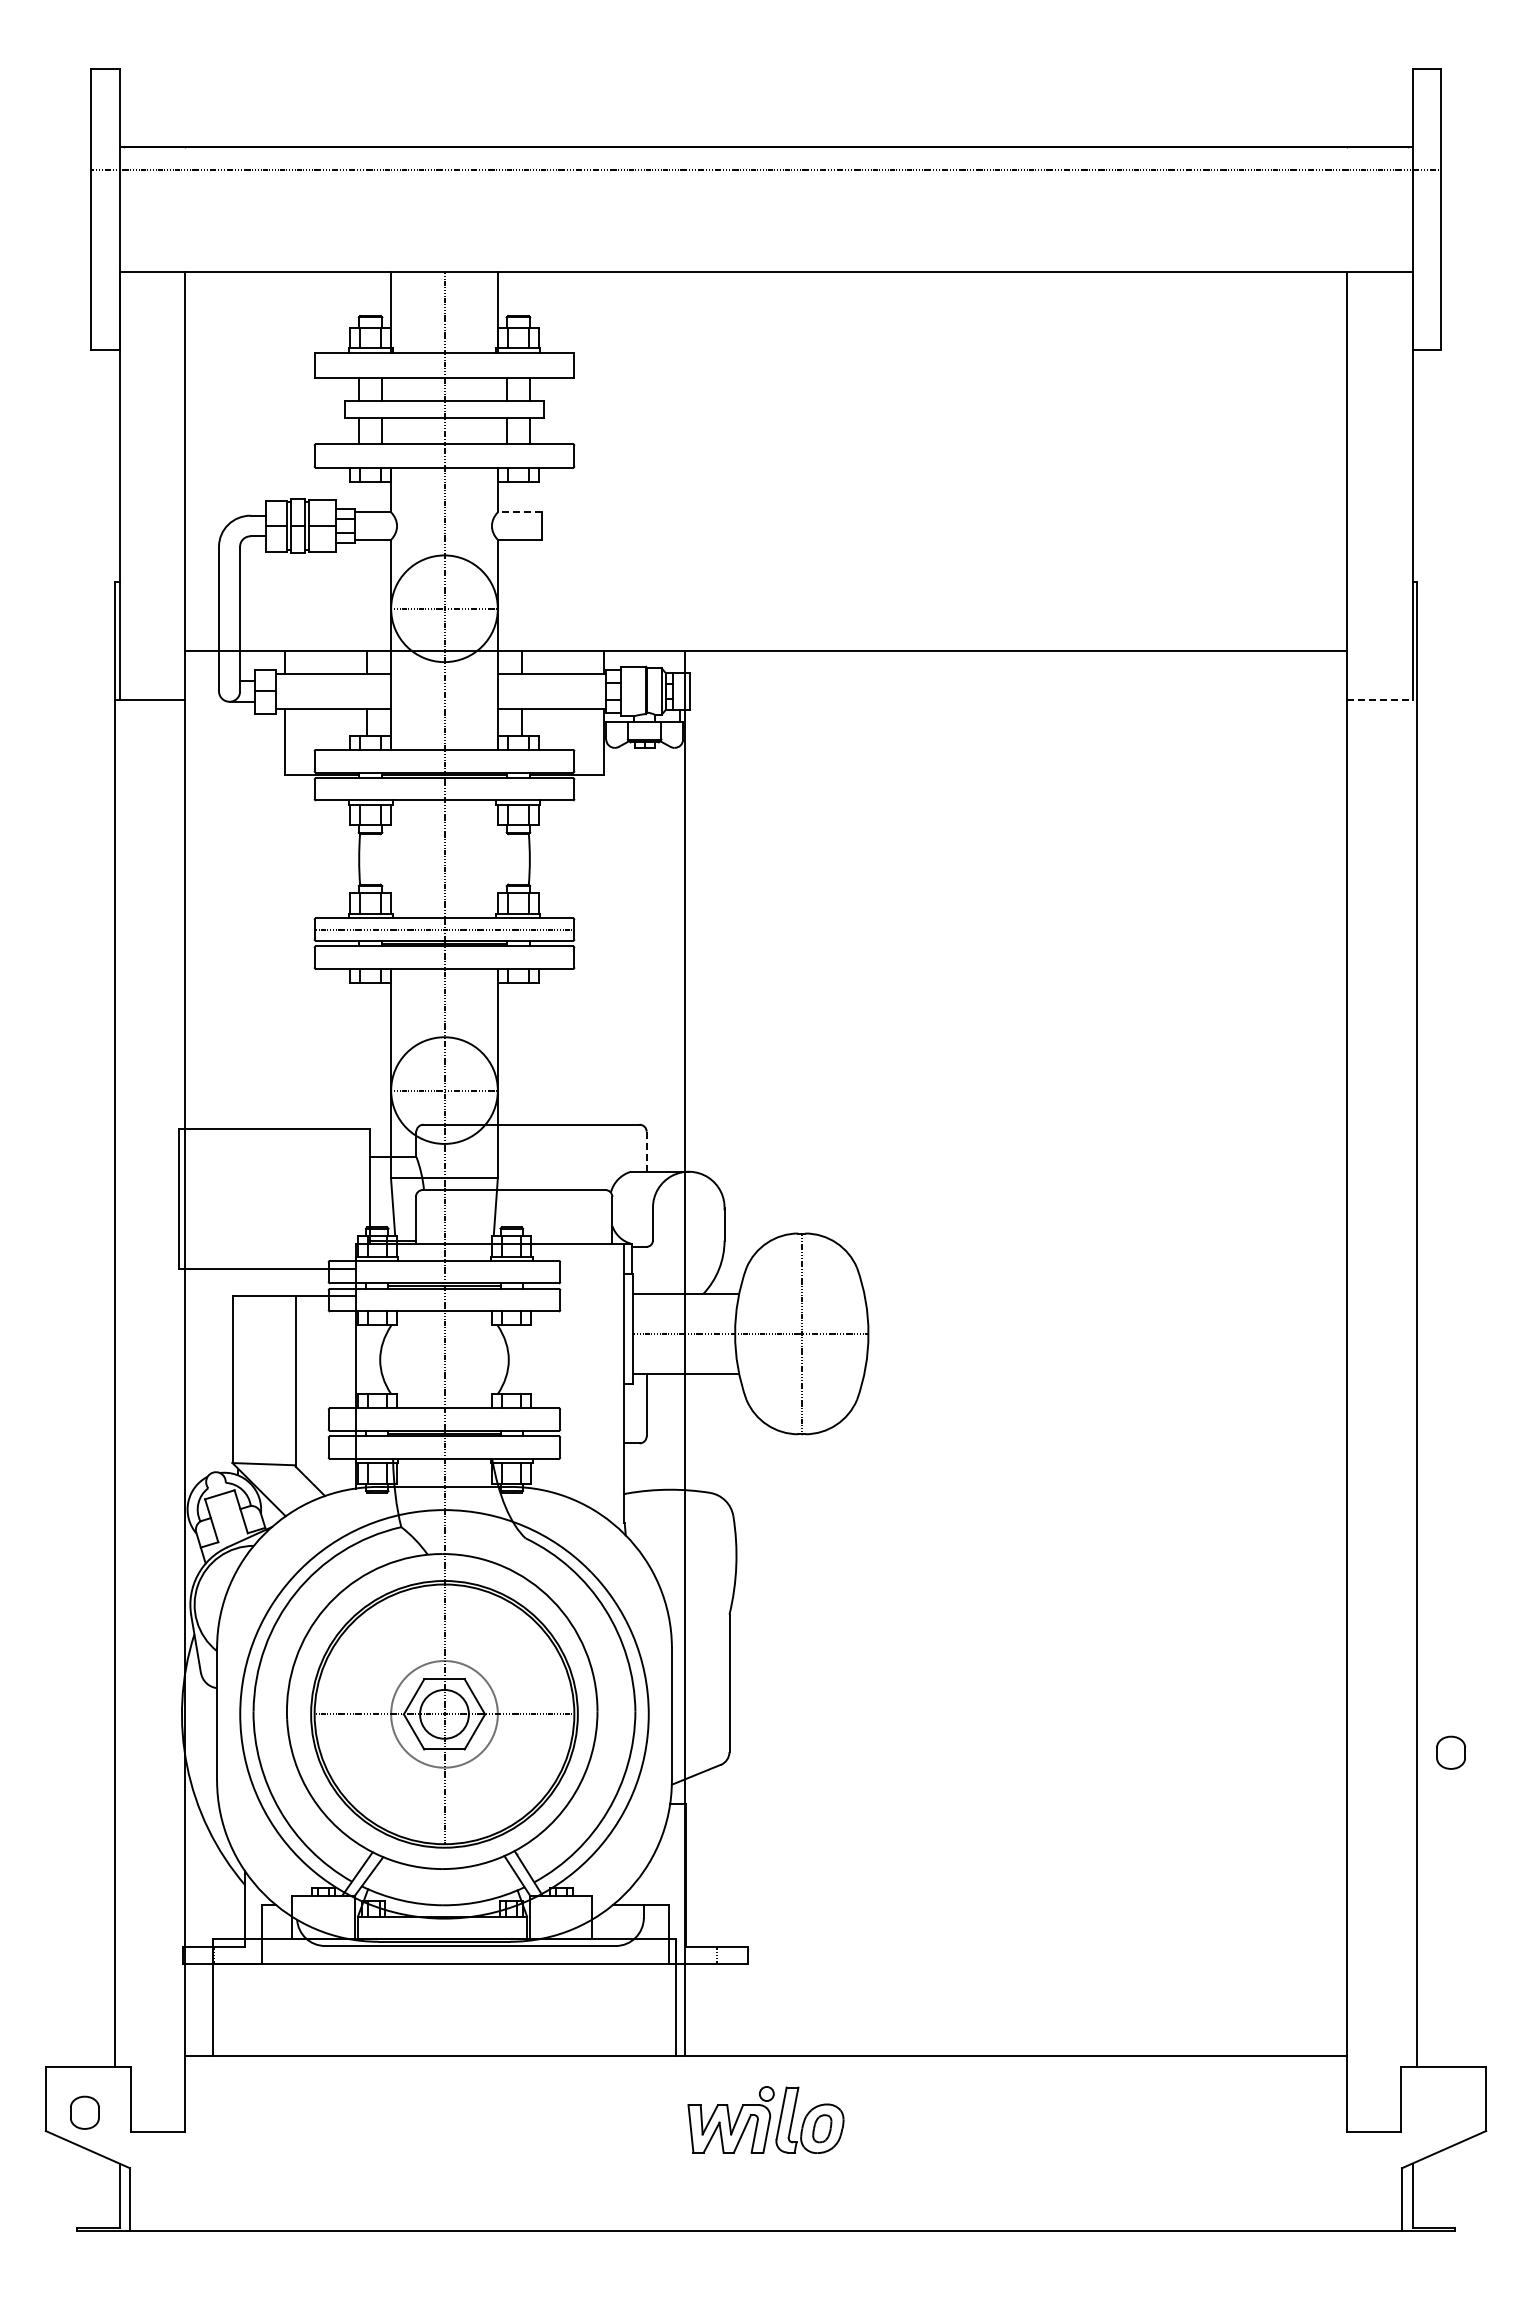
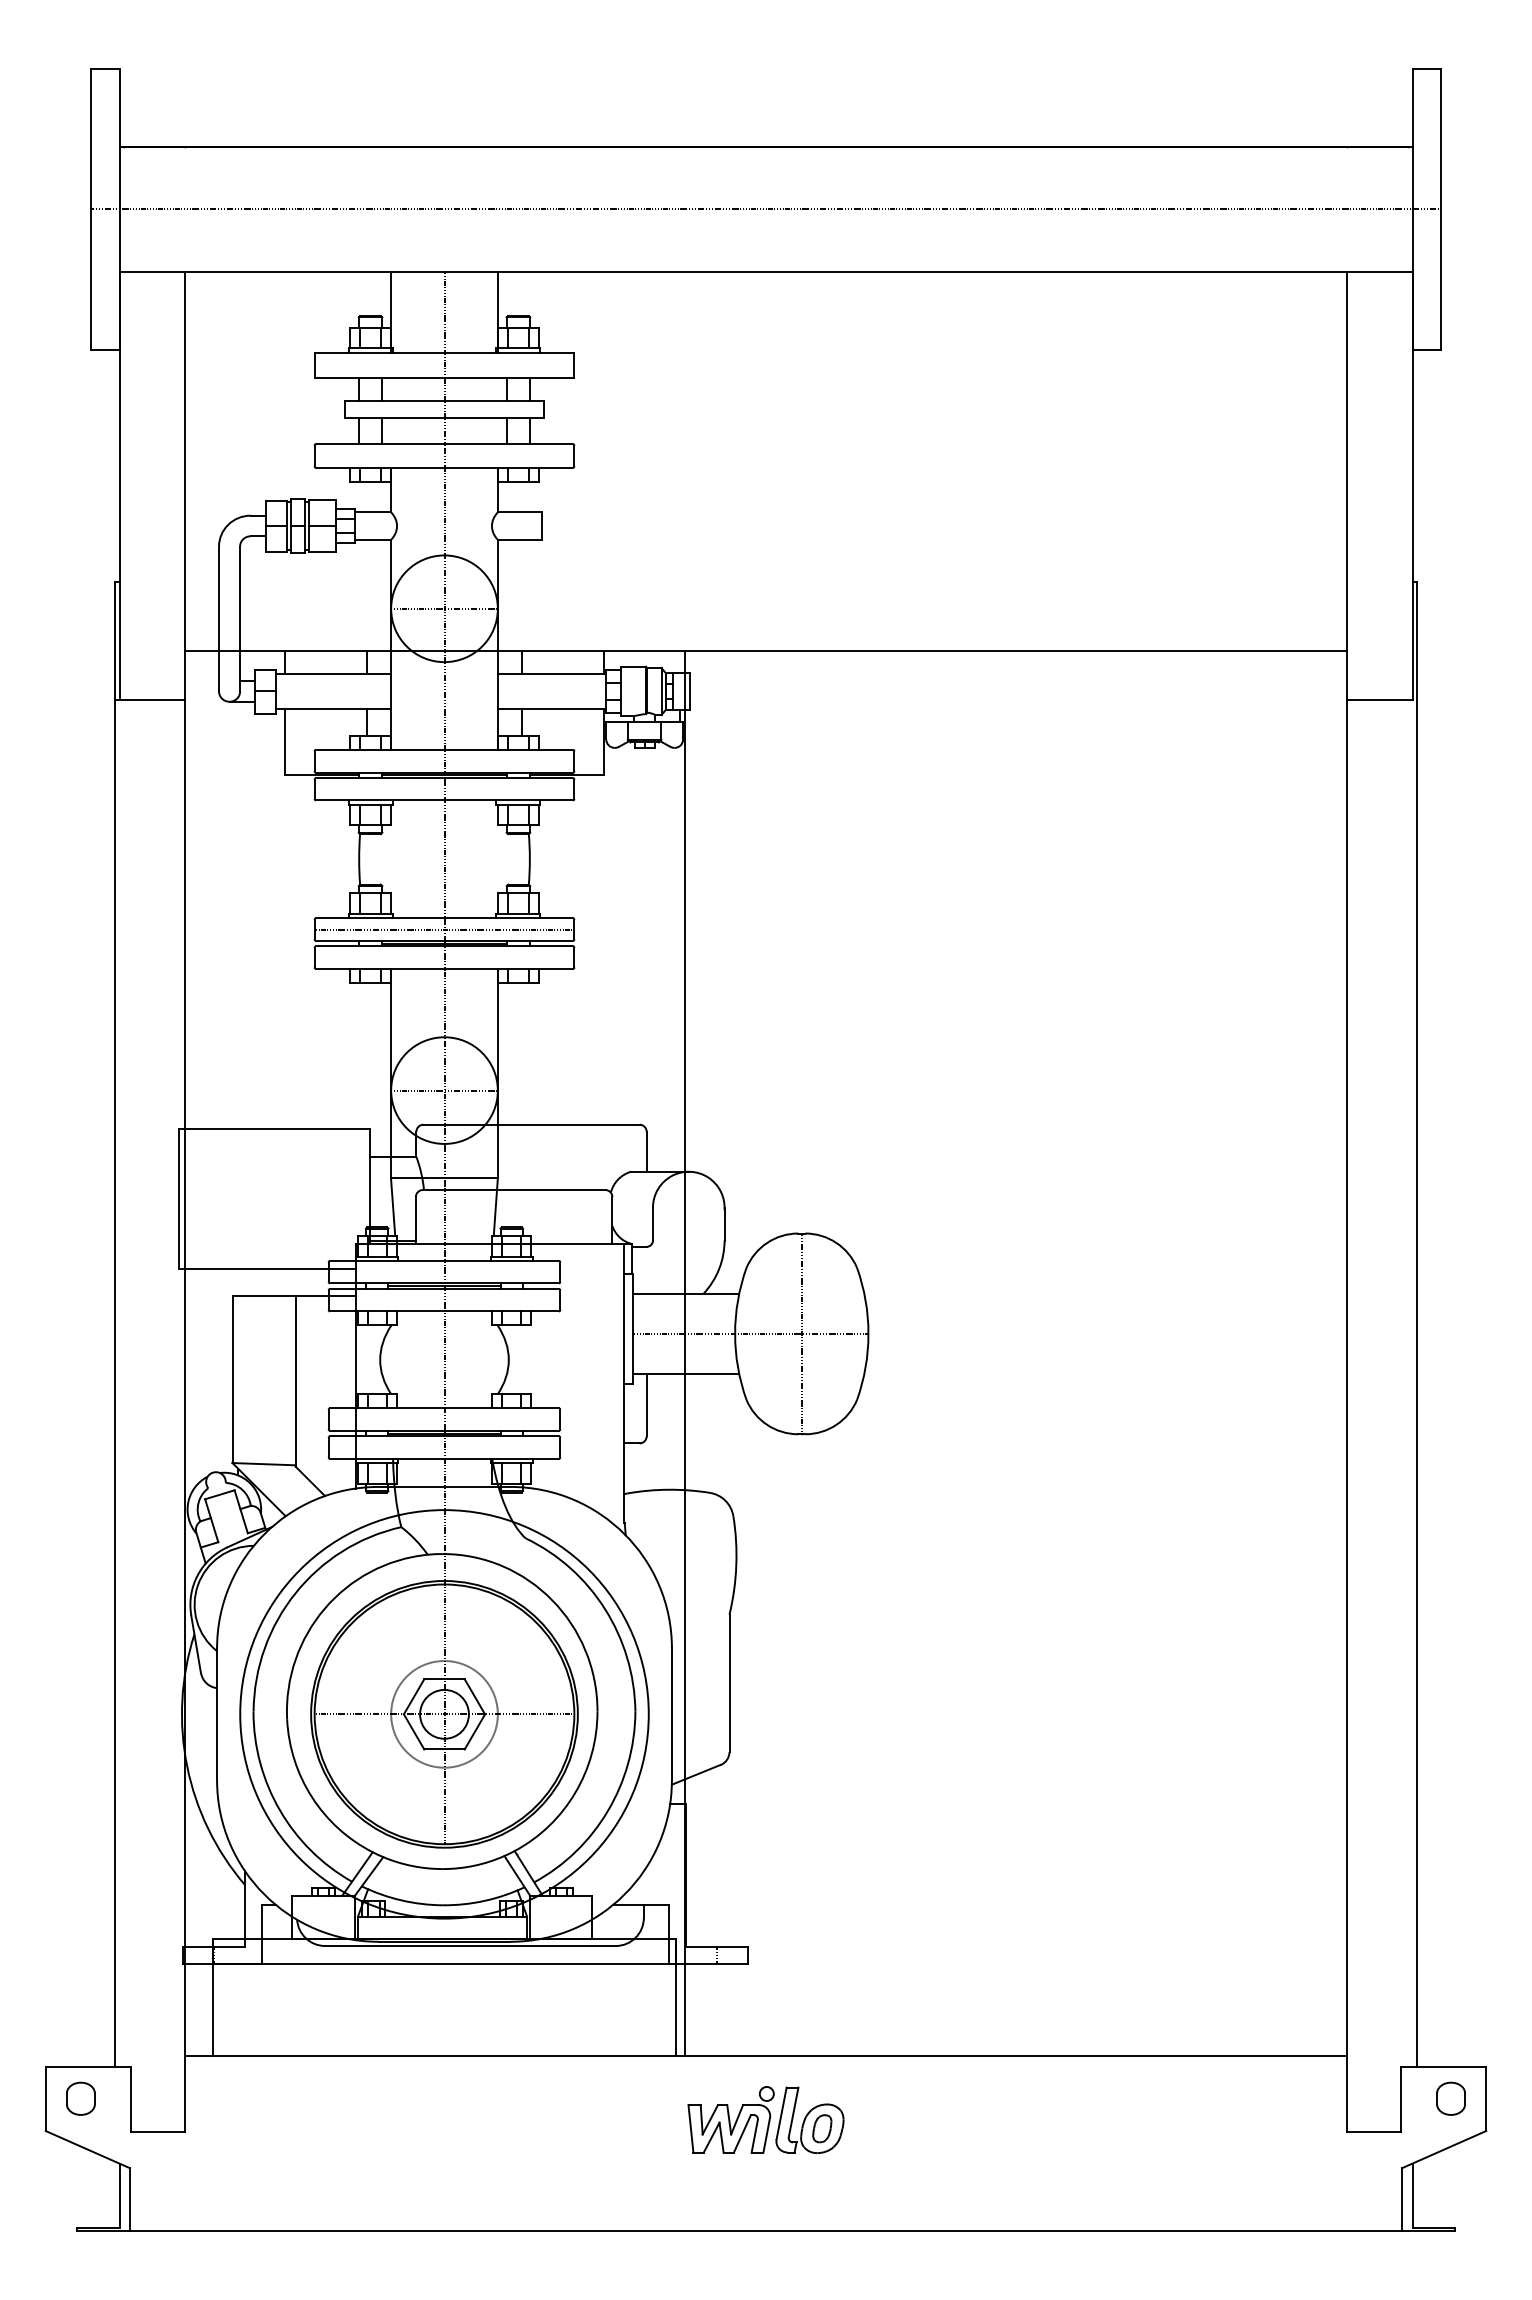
line at (765, 170) position: (765, 170) -> (765, 209)
line at (519, 512): dashed -> solid
line at (1379, 699): dashed -> solid
line at (646, 1151): dashed -> solid
part at (1450, 1752) position: (1450, 1752) -> (1450, 2098)
part at (84, 2112) position: (84, 2112) -> (80, 2098)
